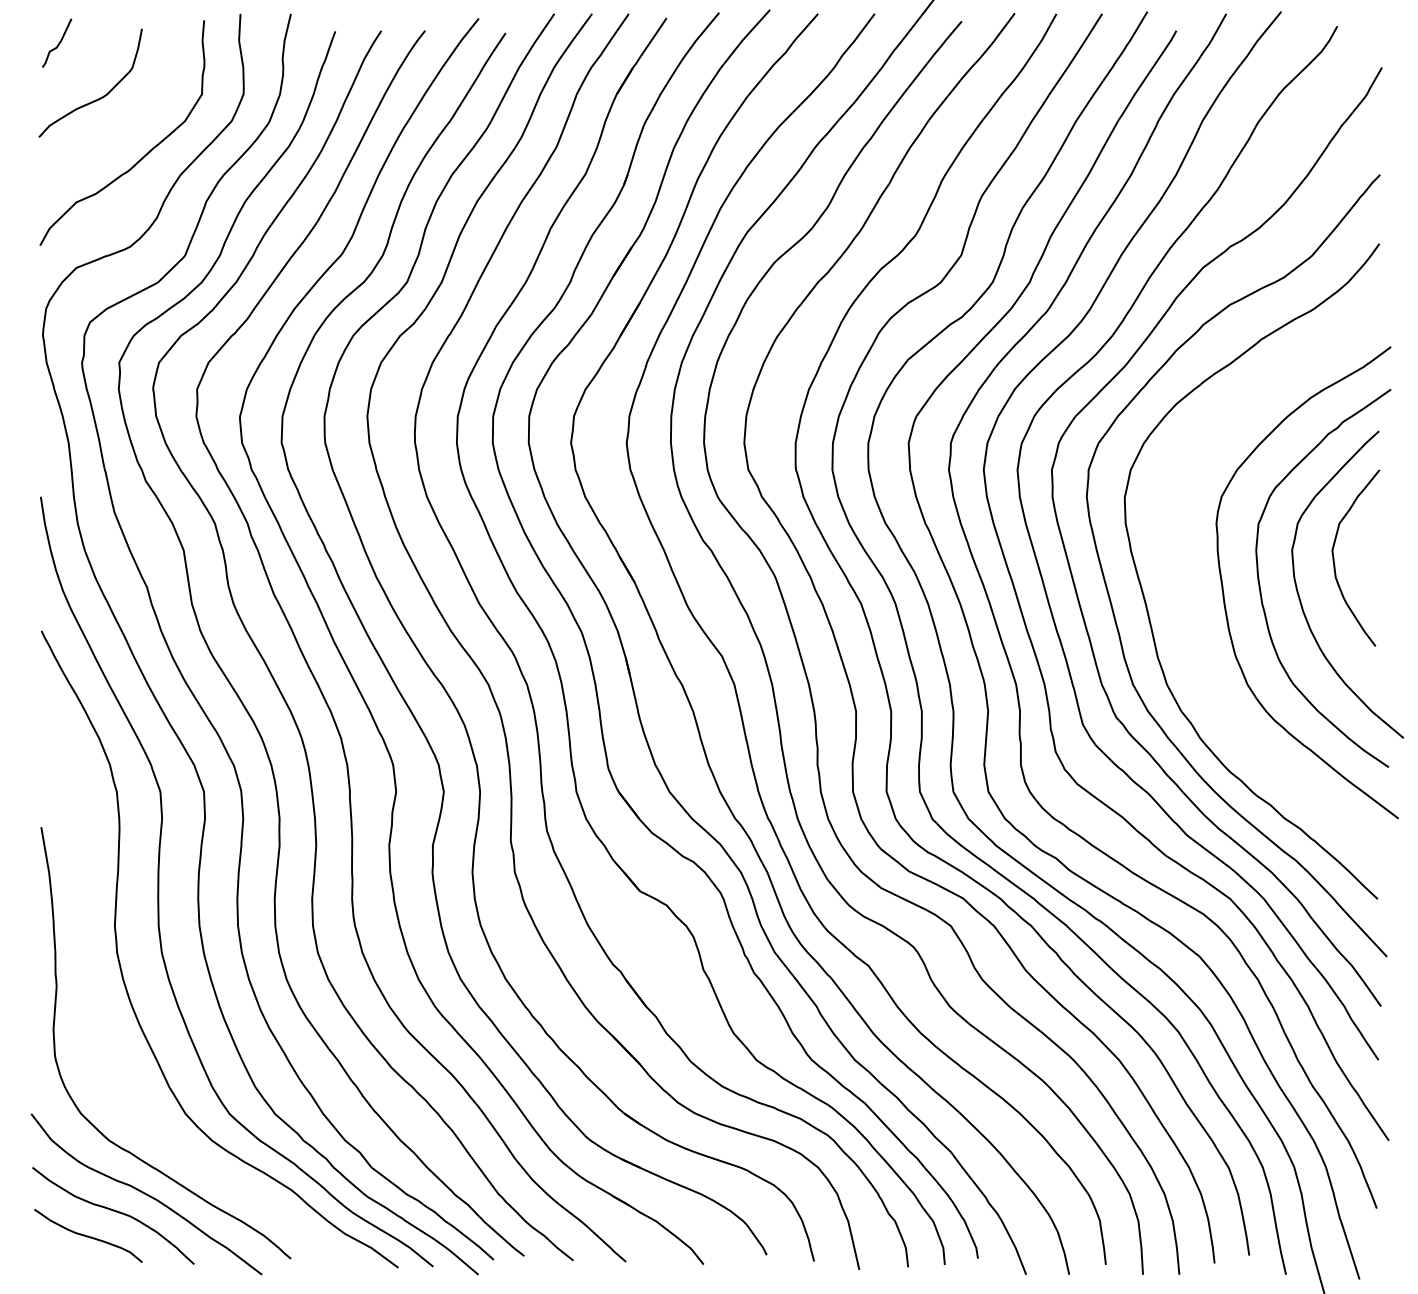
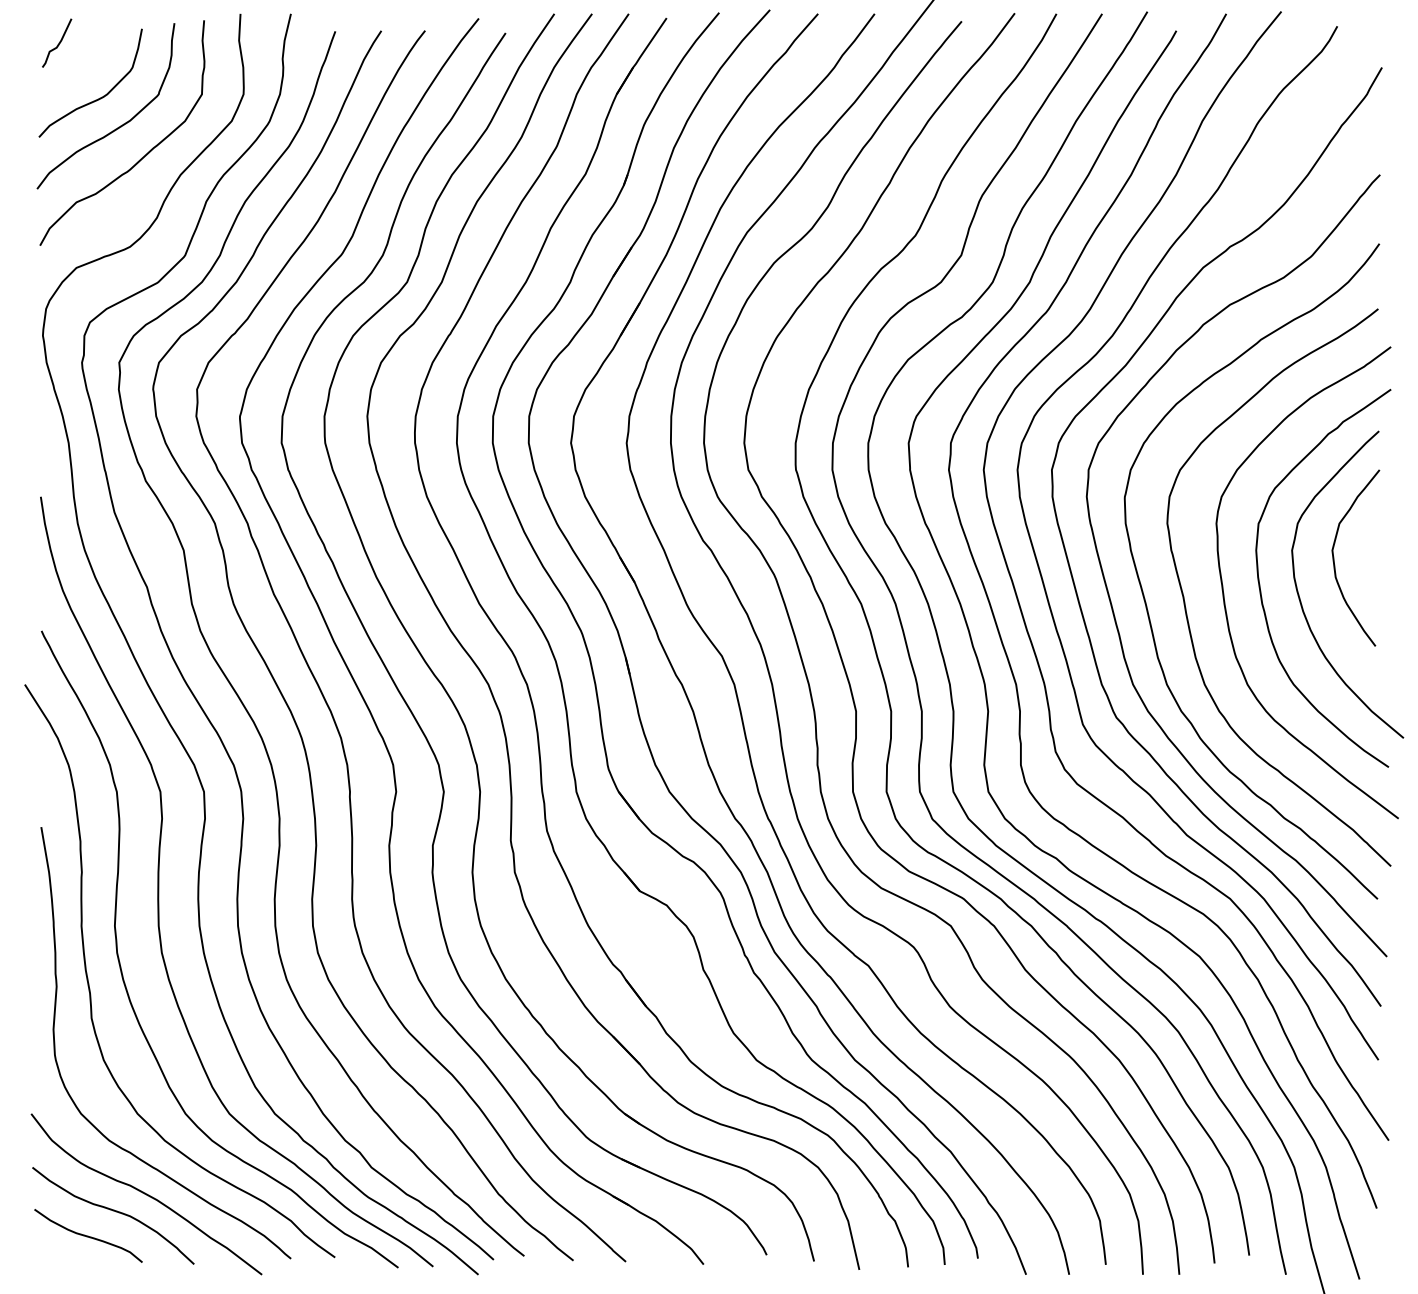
curve at (118, 126): none -> present
curve at (1185, 601): none -> present
curve at (90, 988): none -> present
